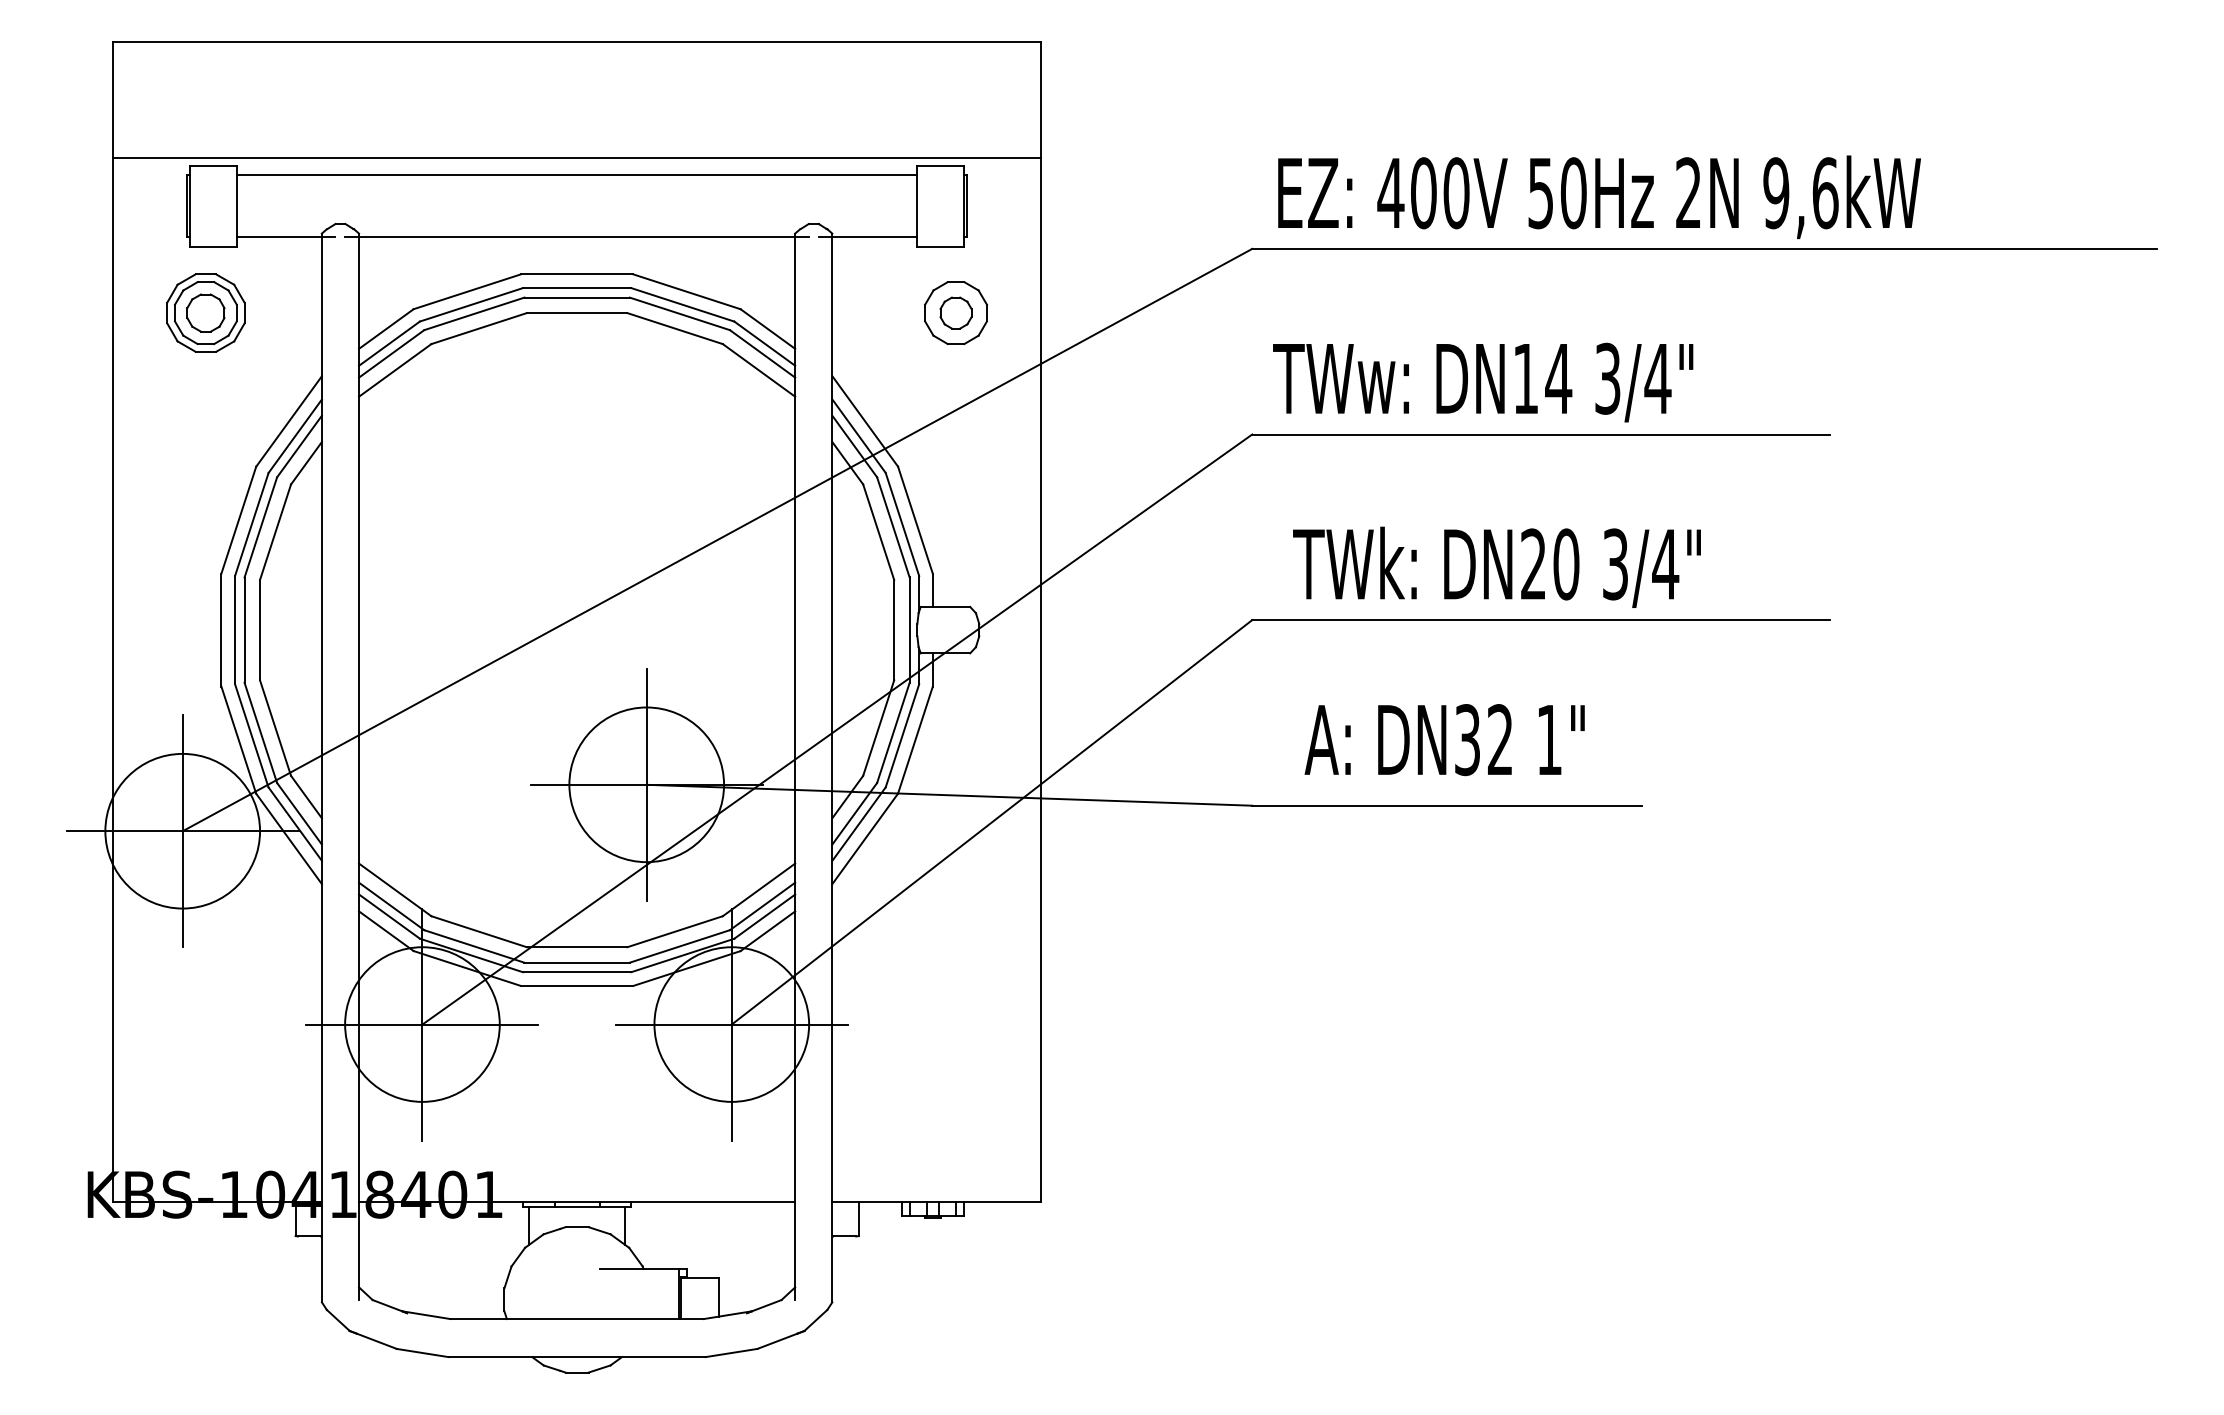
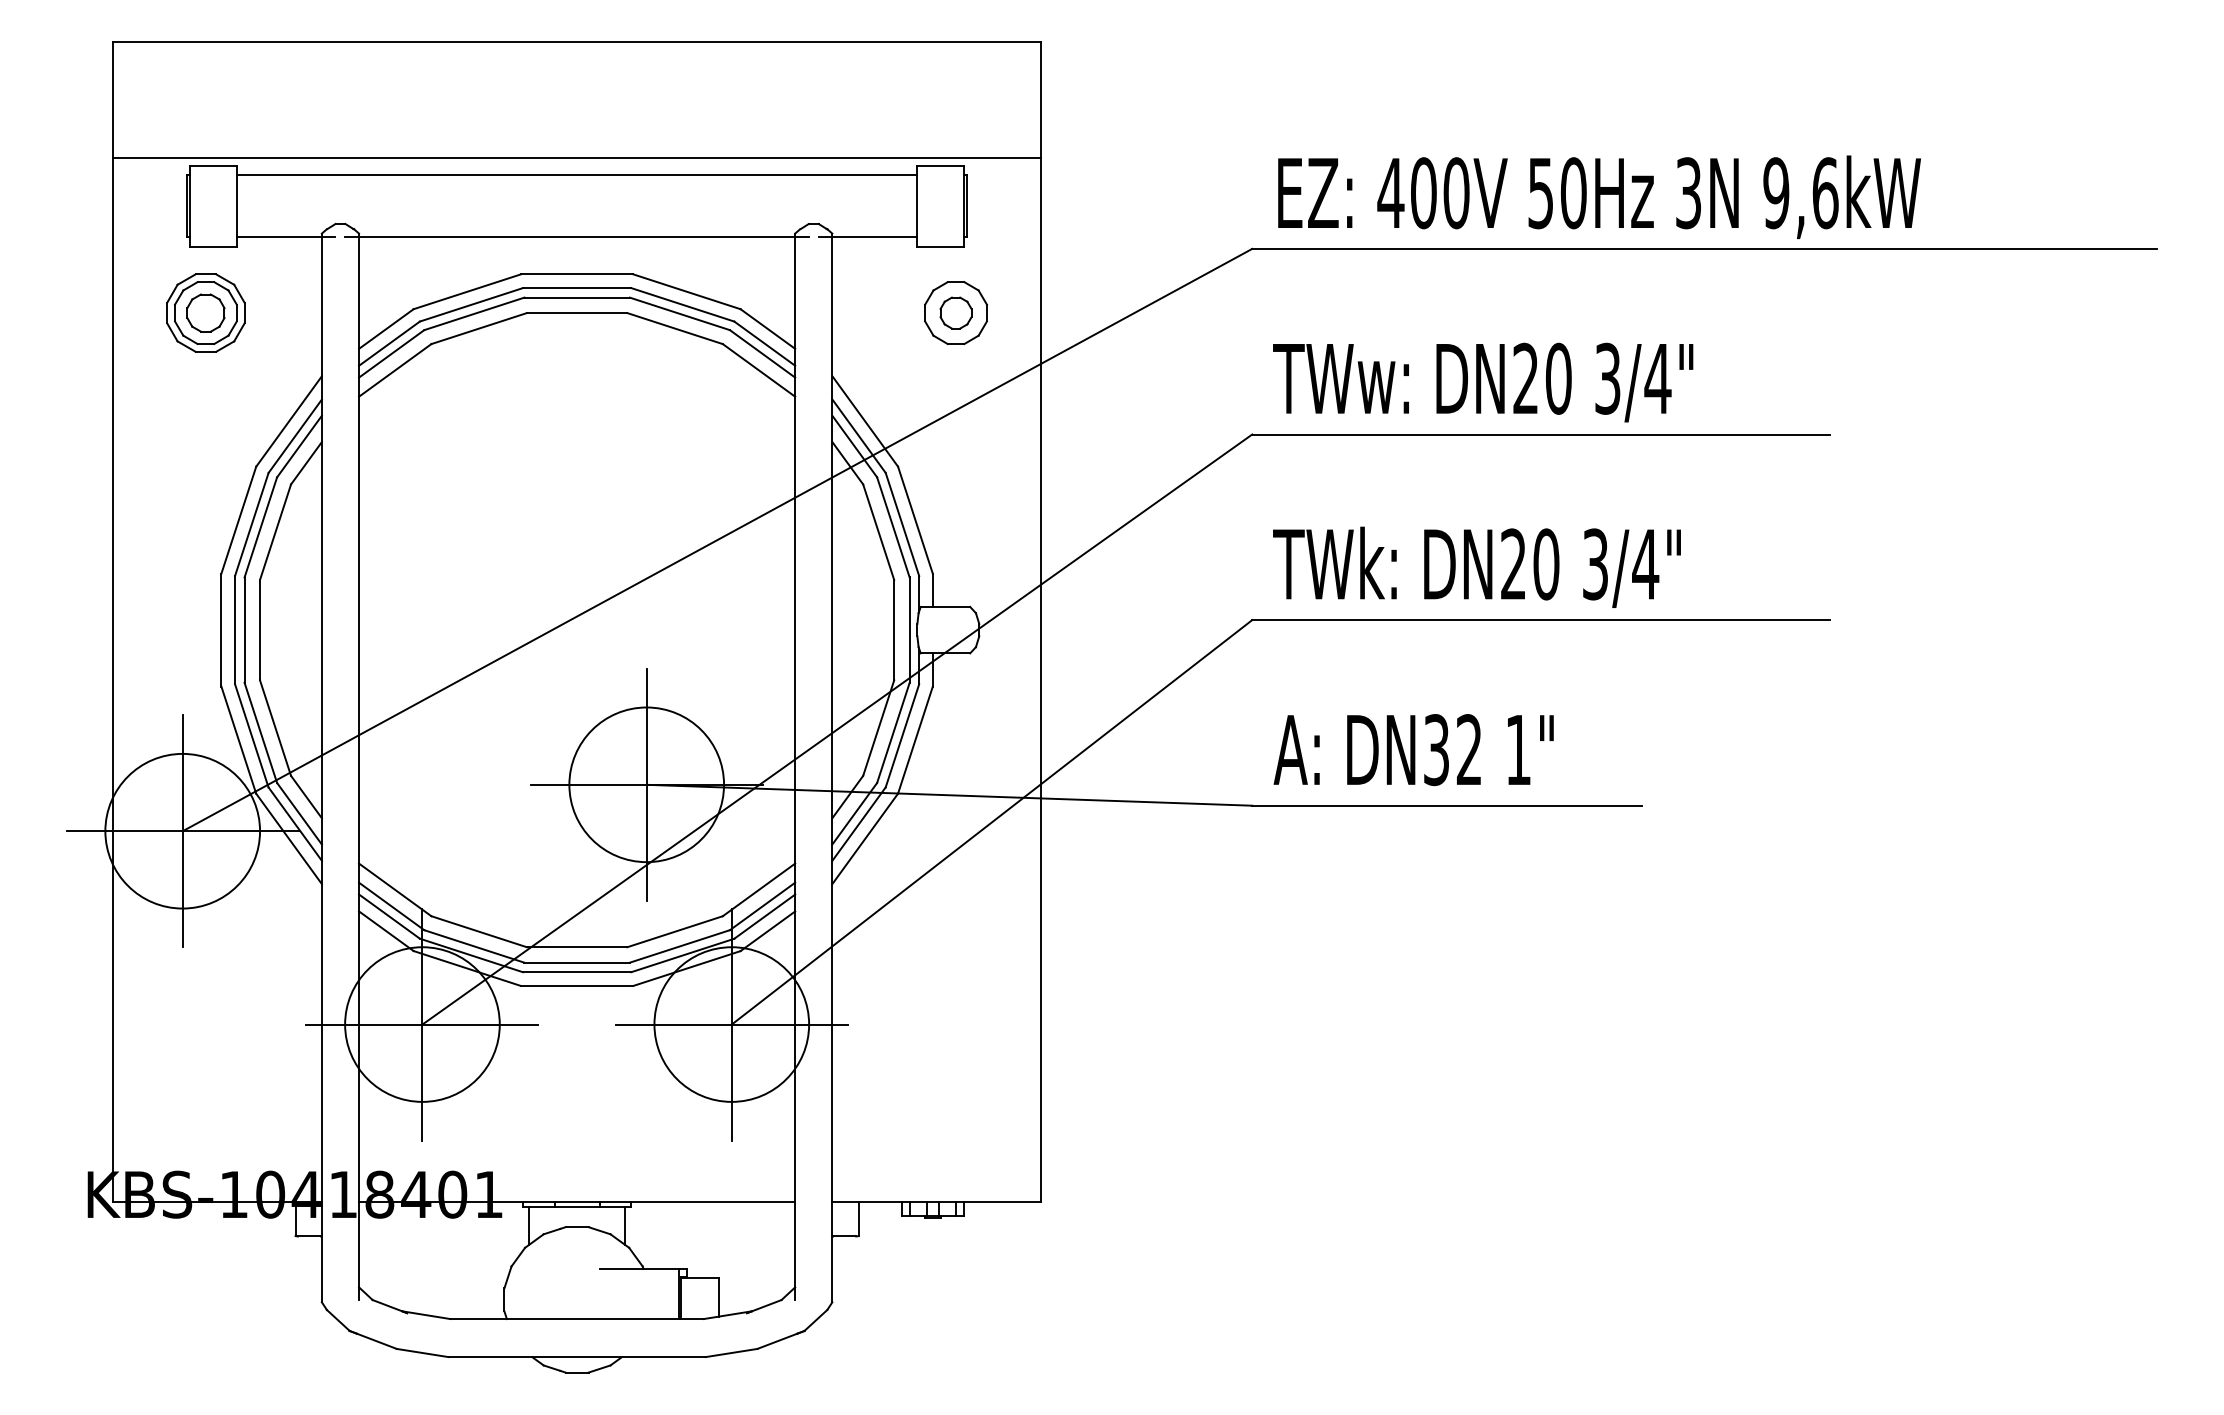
text at (1688, 193): 2N -> 3N
text at (1542, 378): DN14 -> DN20
text at (1496, 566) position: (1496, 566) -> (1476, 566)
text at (1444, 740) position: (1444, 740) -> (1413, 750)
